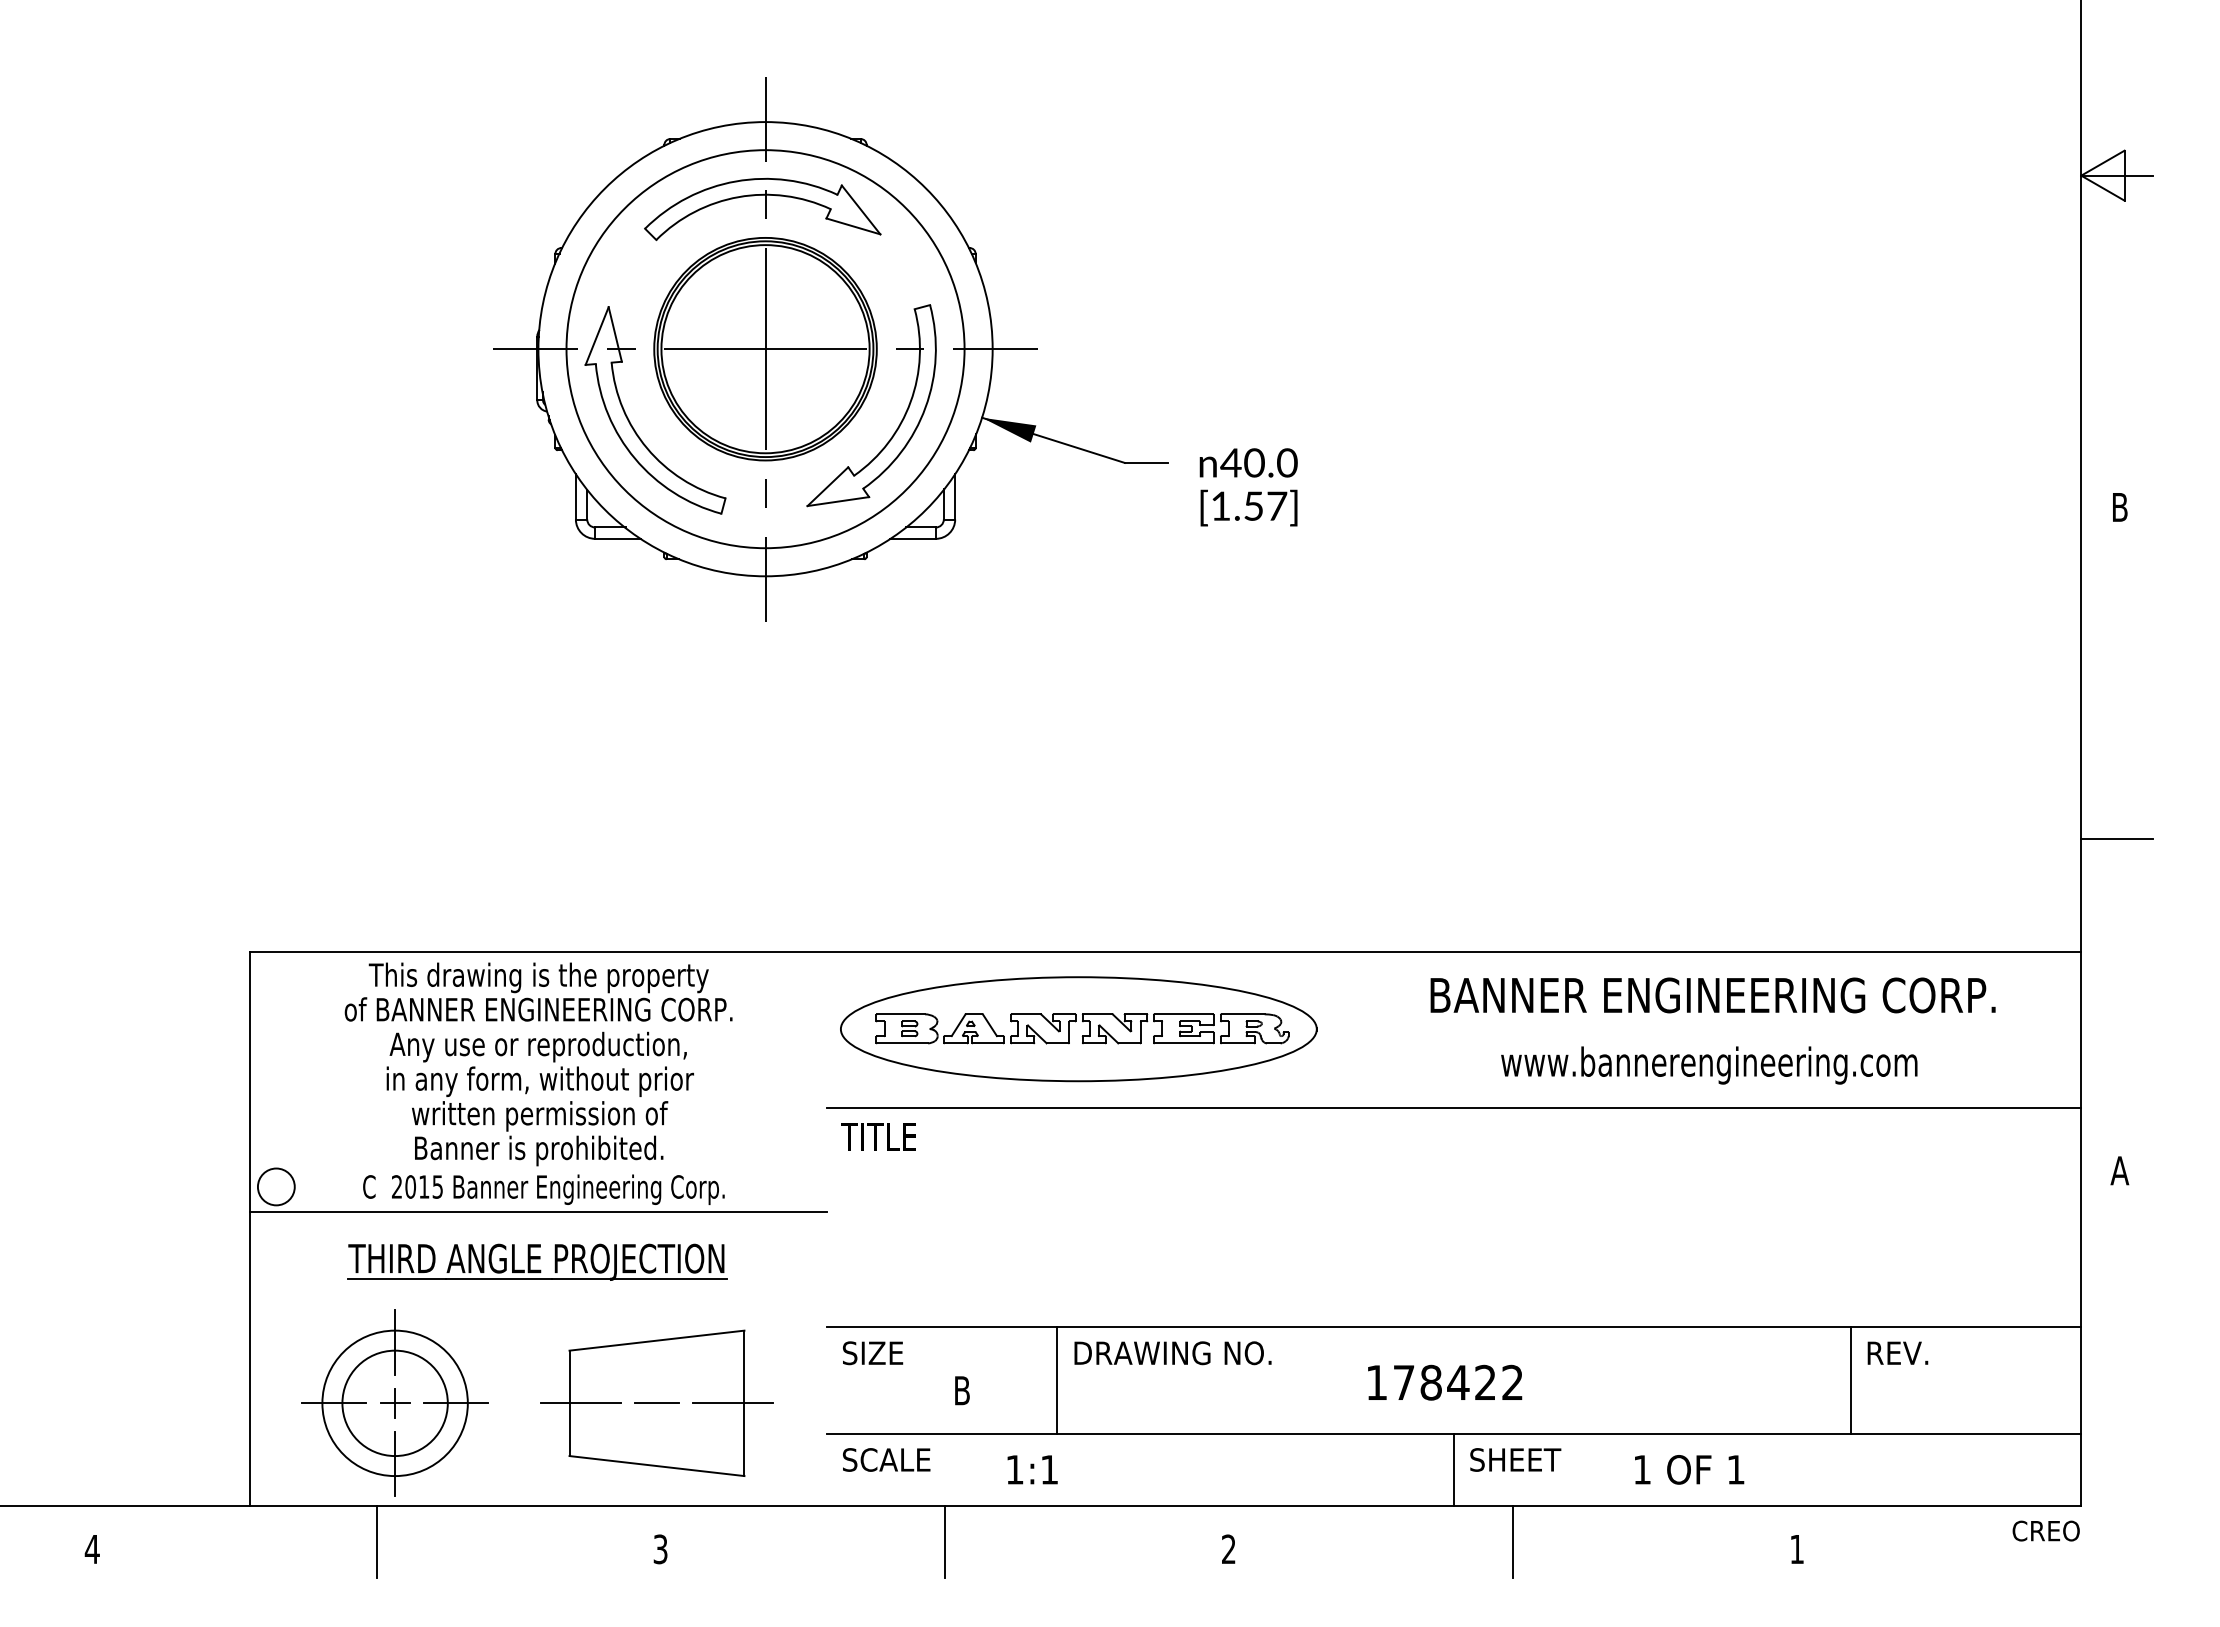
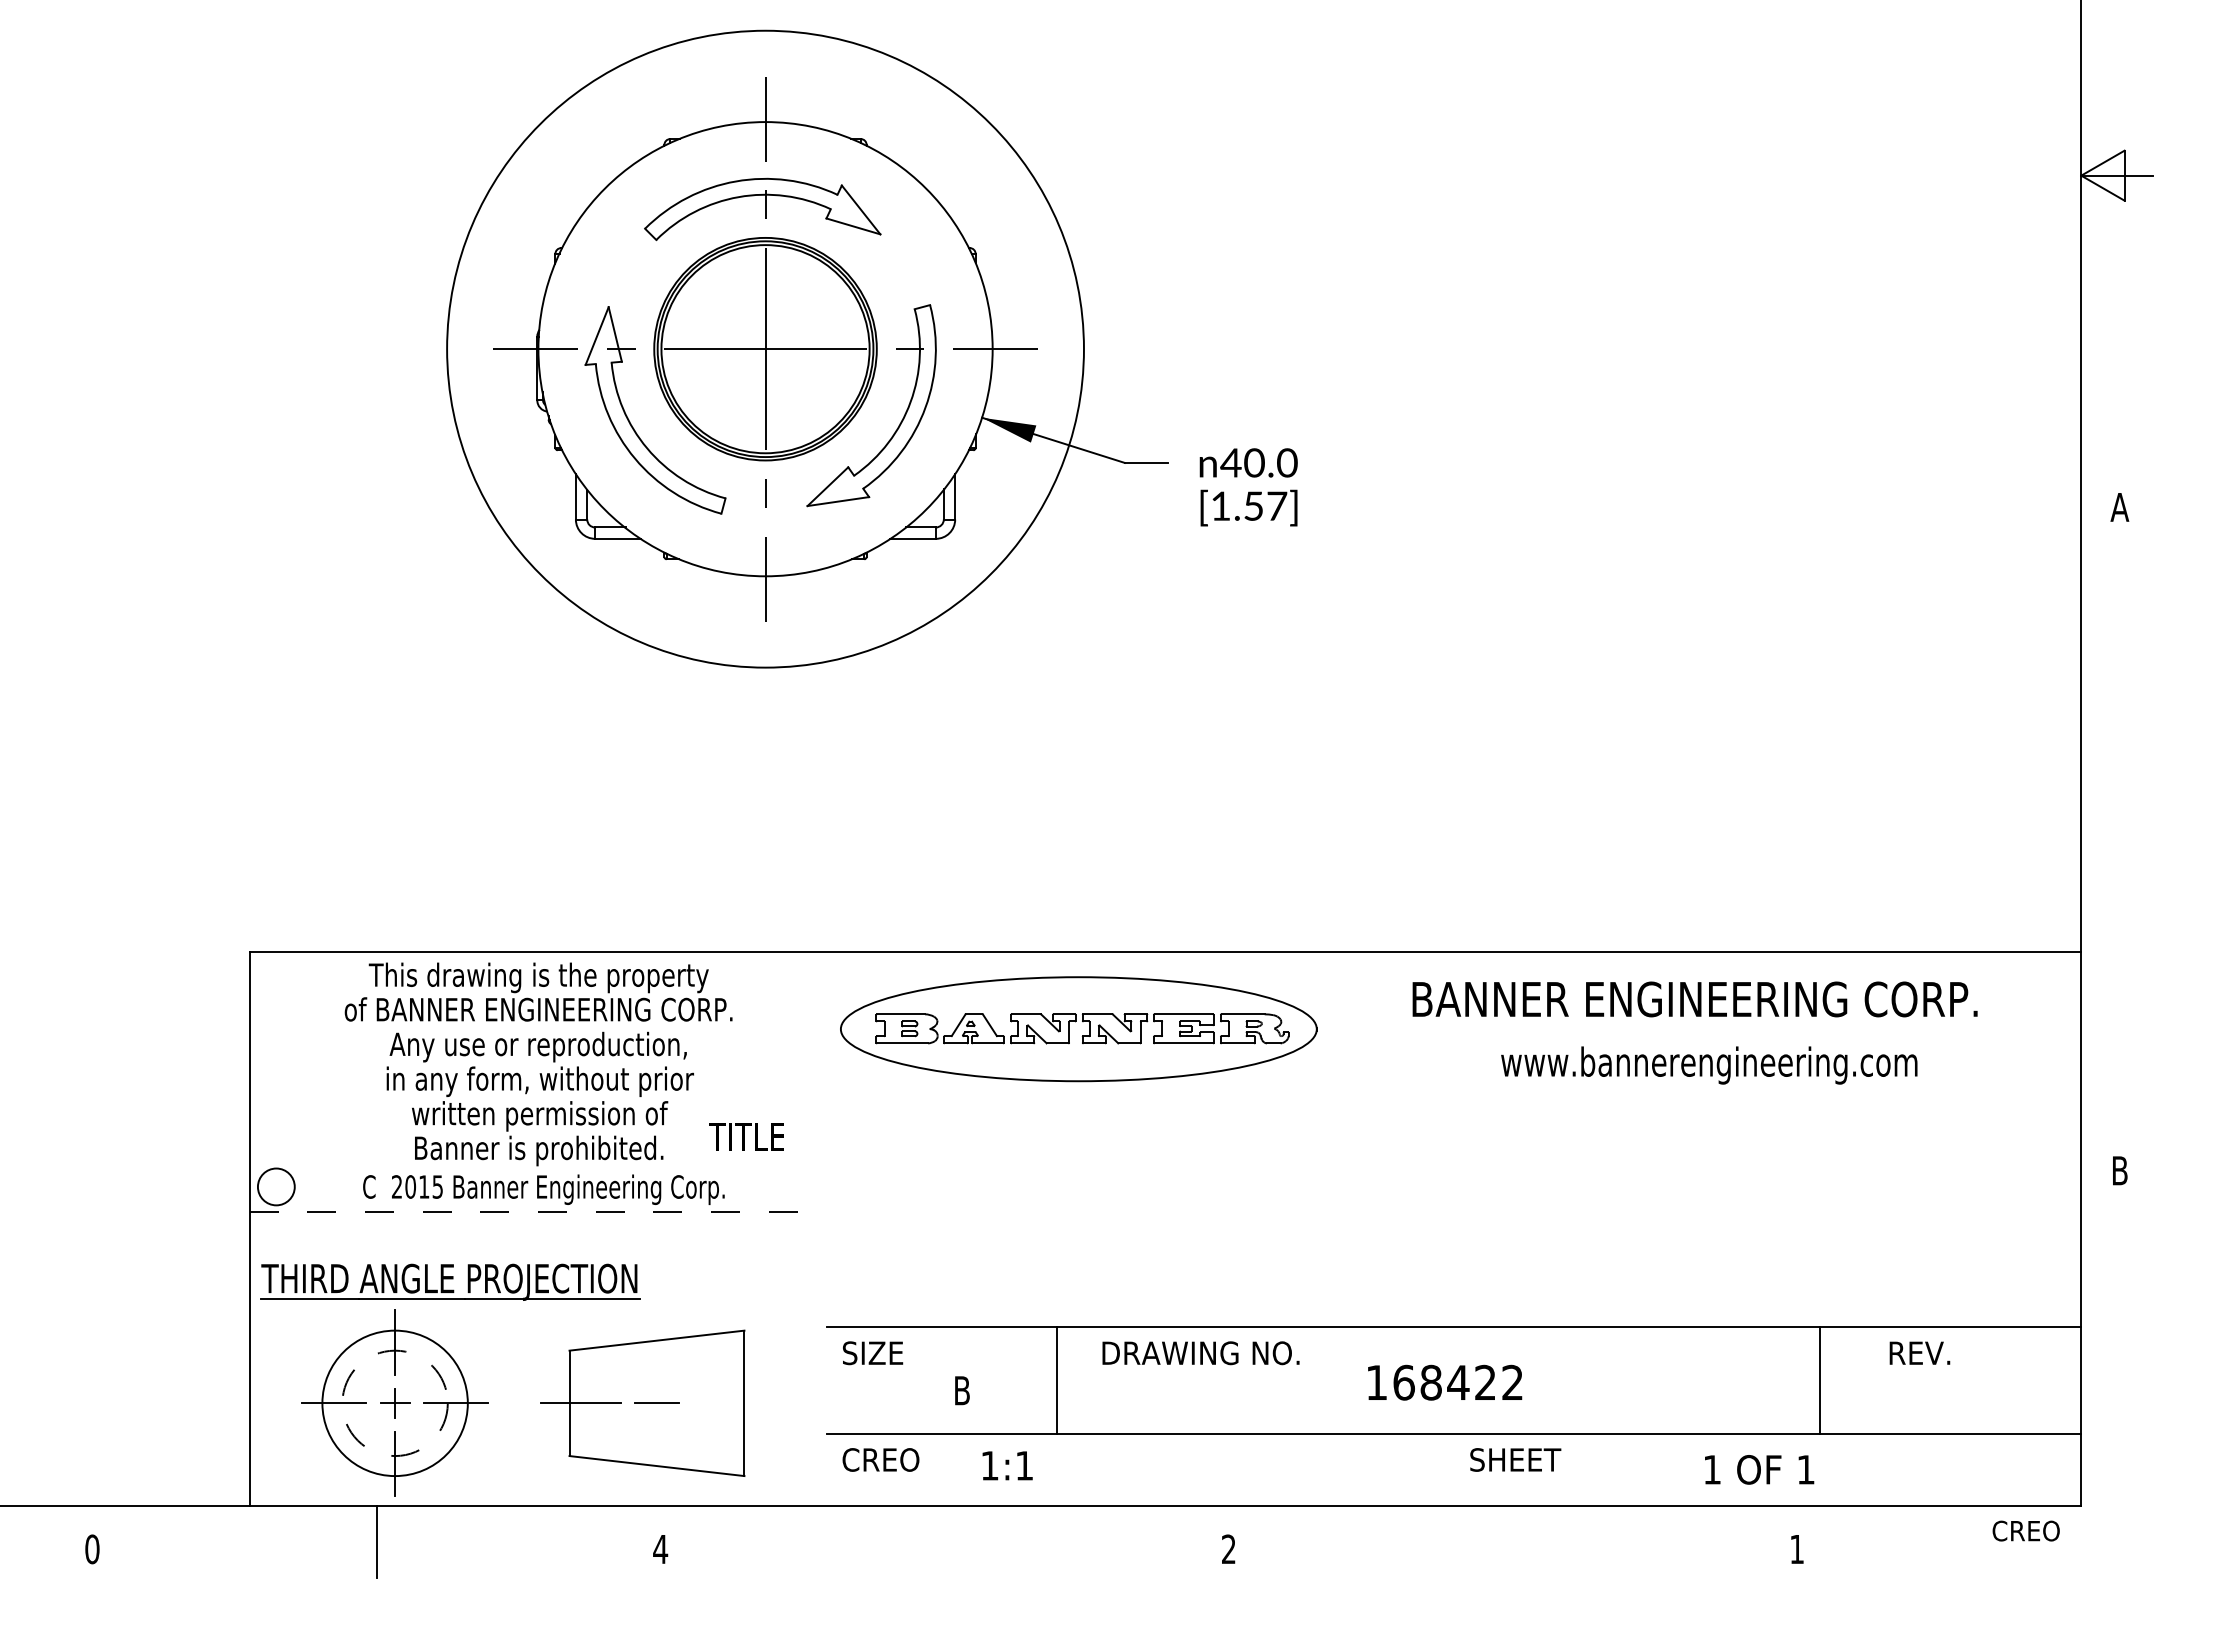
circle at (765, 349) diameter: 398 px -> 637 px
text at (2119, 507): B -> A
line at (2117, 839): present -> none
text at (1712, 995) position: (1712, 995) -> (1694, 999)
line at (1453, 1108): present -> none
text at (878, 1136) position: (878, 1136) -> (746, 1136)
text at (2119, 1170): A -> B
line at (538, 1211): solid -> dashed
part at (537, 1261) position: (537, 1261) -> (450, 1281)
text at (1897, 1352) position: (1897, 1352) -> (1919, 1352)
text at (1172, 1353) position: (1172, 1353) -> (1200, 1353)
line at (1850, 1380) position: (1850, 1380) -> (1819, 1380)
text at (1403, 1382): 178422 -> 168422
circle at (394, 1403): solid -> dashed
line at (733, 1403): present -> none
text at (886, 1459): SCALE -> CREO
text at (1032, 1469) position: (1032, 1469) -> (1007, 1465)
text at (1689, 1469) position: (1689, 1469) -> (1759, 1469)
line at (1453, 1470): present -> none
text at (2045, 1530) position: (2045, 1530) -> (2025, 1530)
line at (944, 1542): present -> none
line at (1513, 1542): present -> none
text at (91, 1549): 4 -> 0
text at (660, 1549): 3 -> 4
